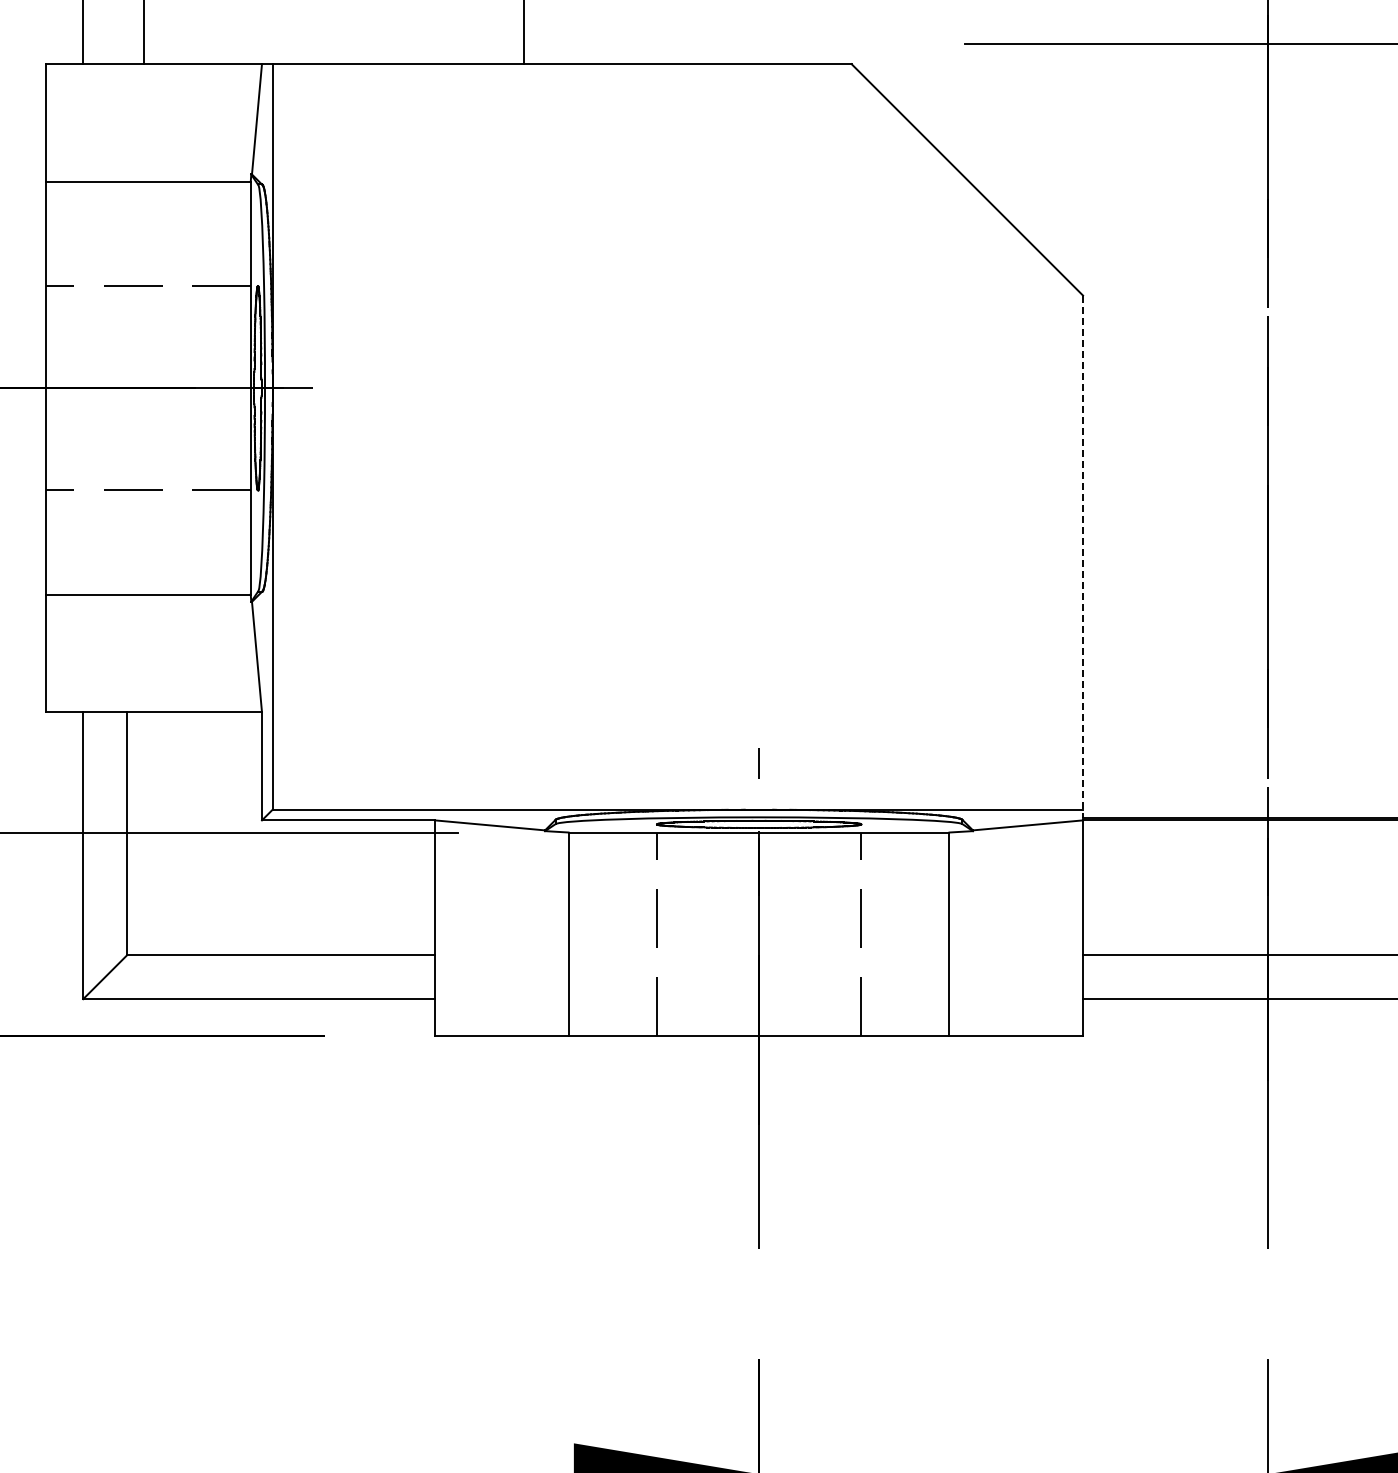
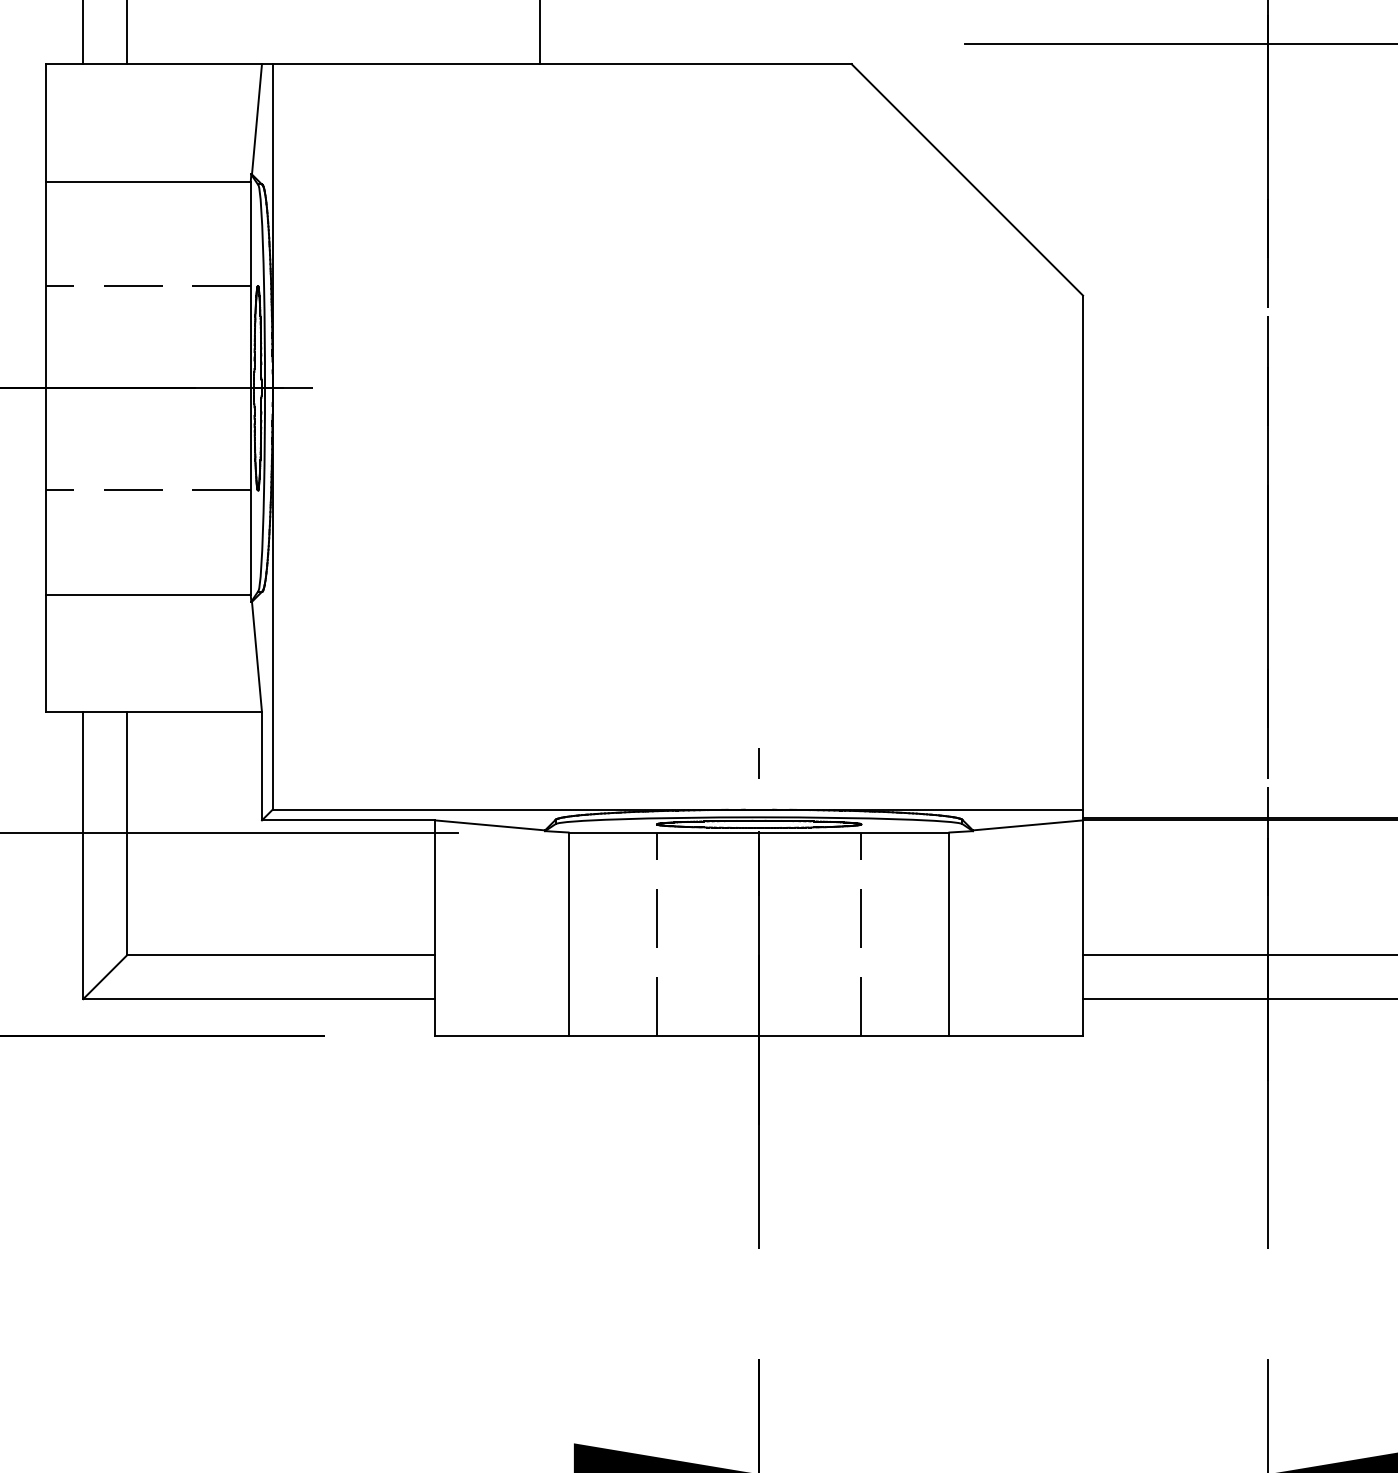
line at (143, 33) position: (143, 33) -> (126, 33)
line at (524, 33) position: (524, 33) -> (540, 33)
line at (1083, 557): dashed -> solid
